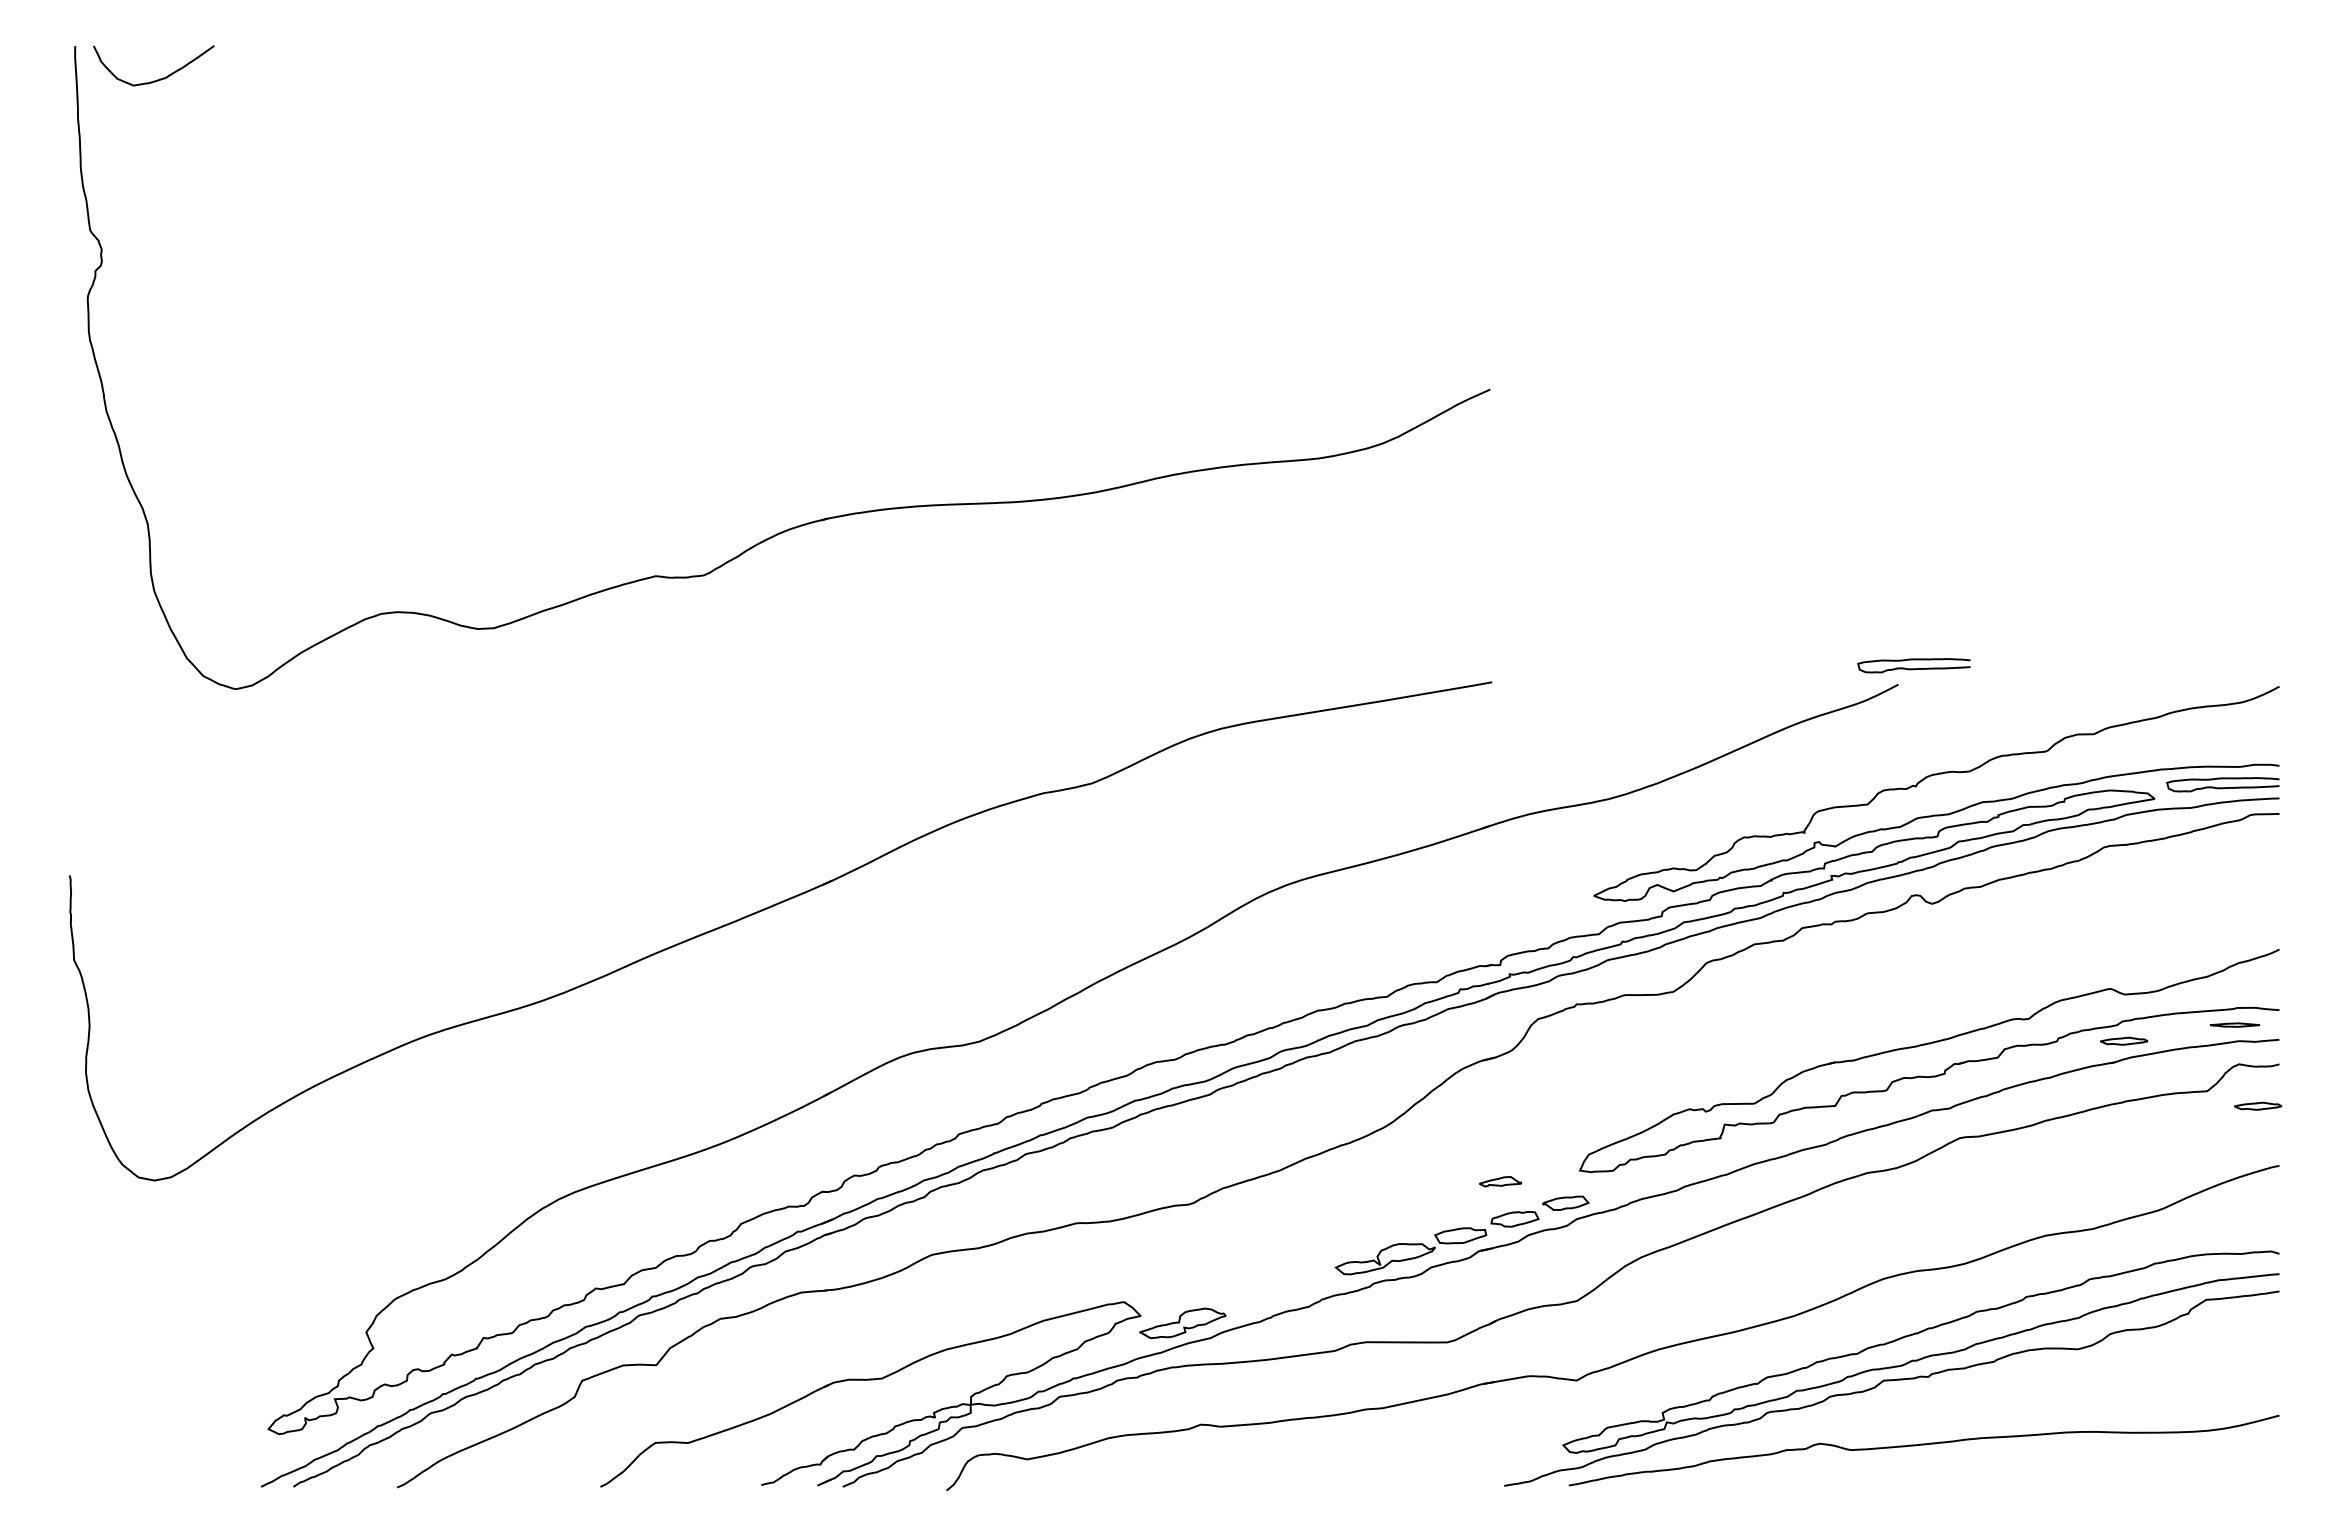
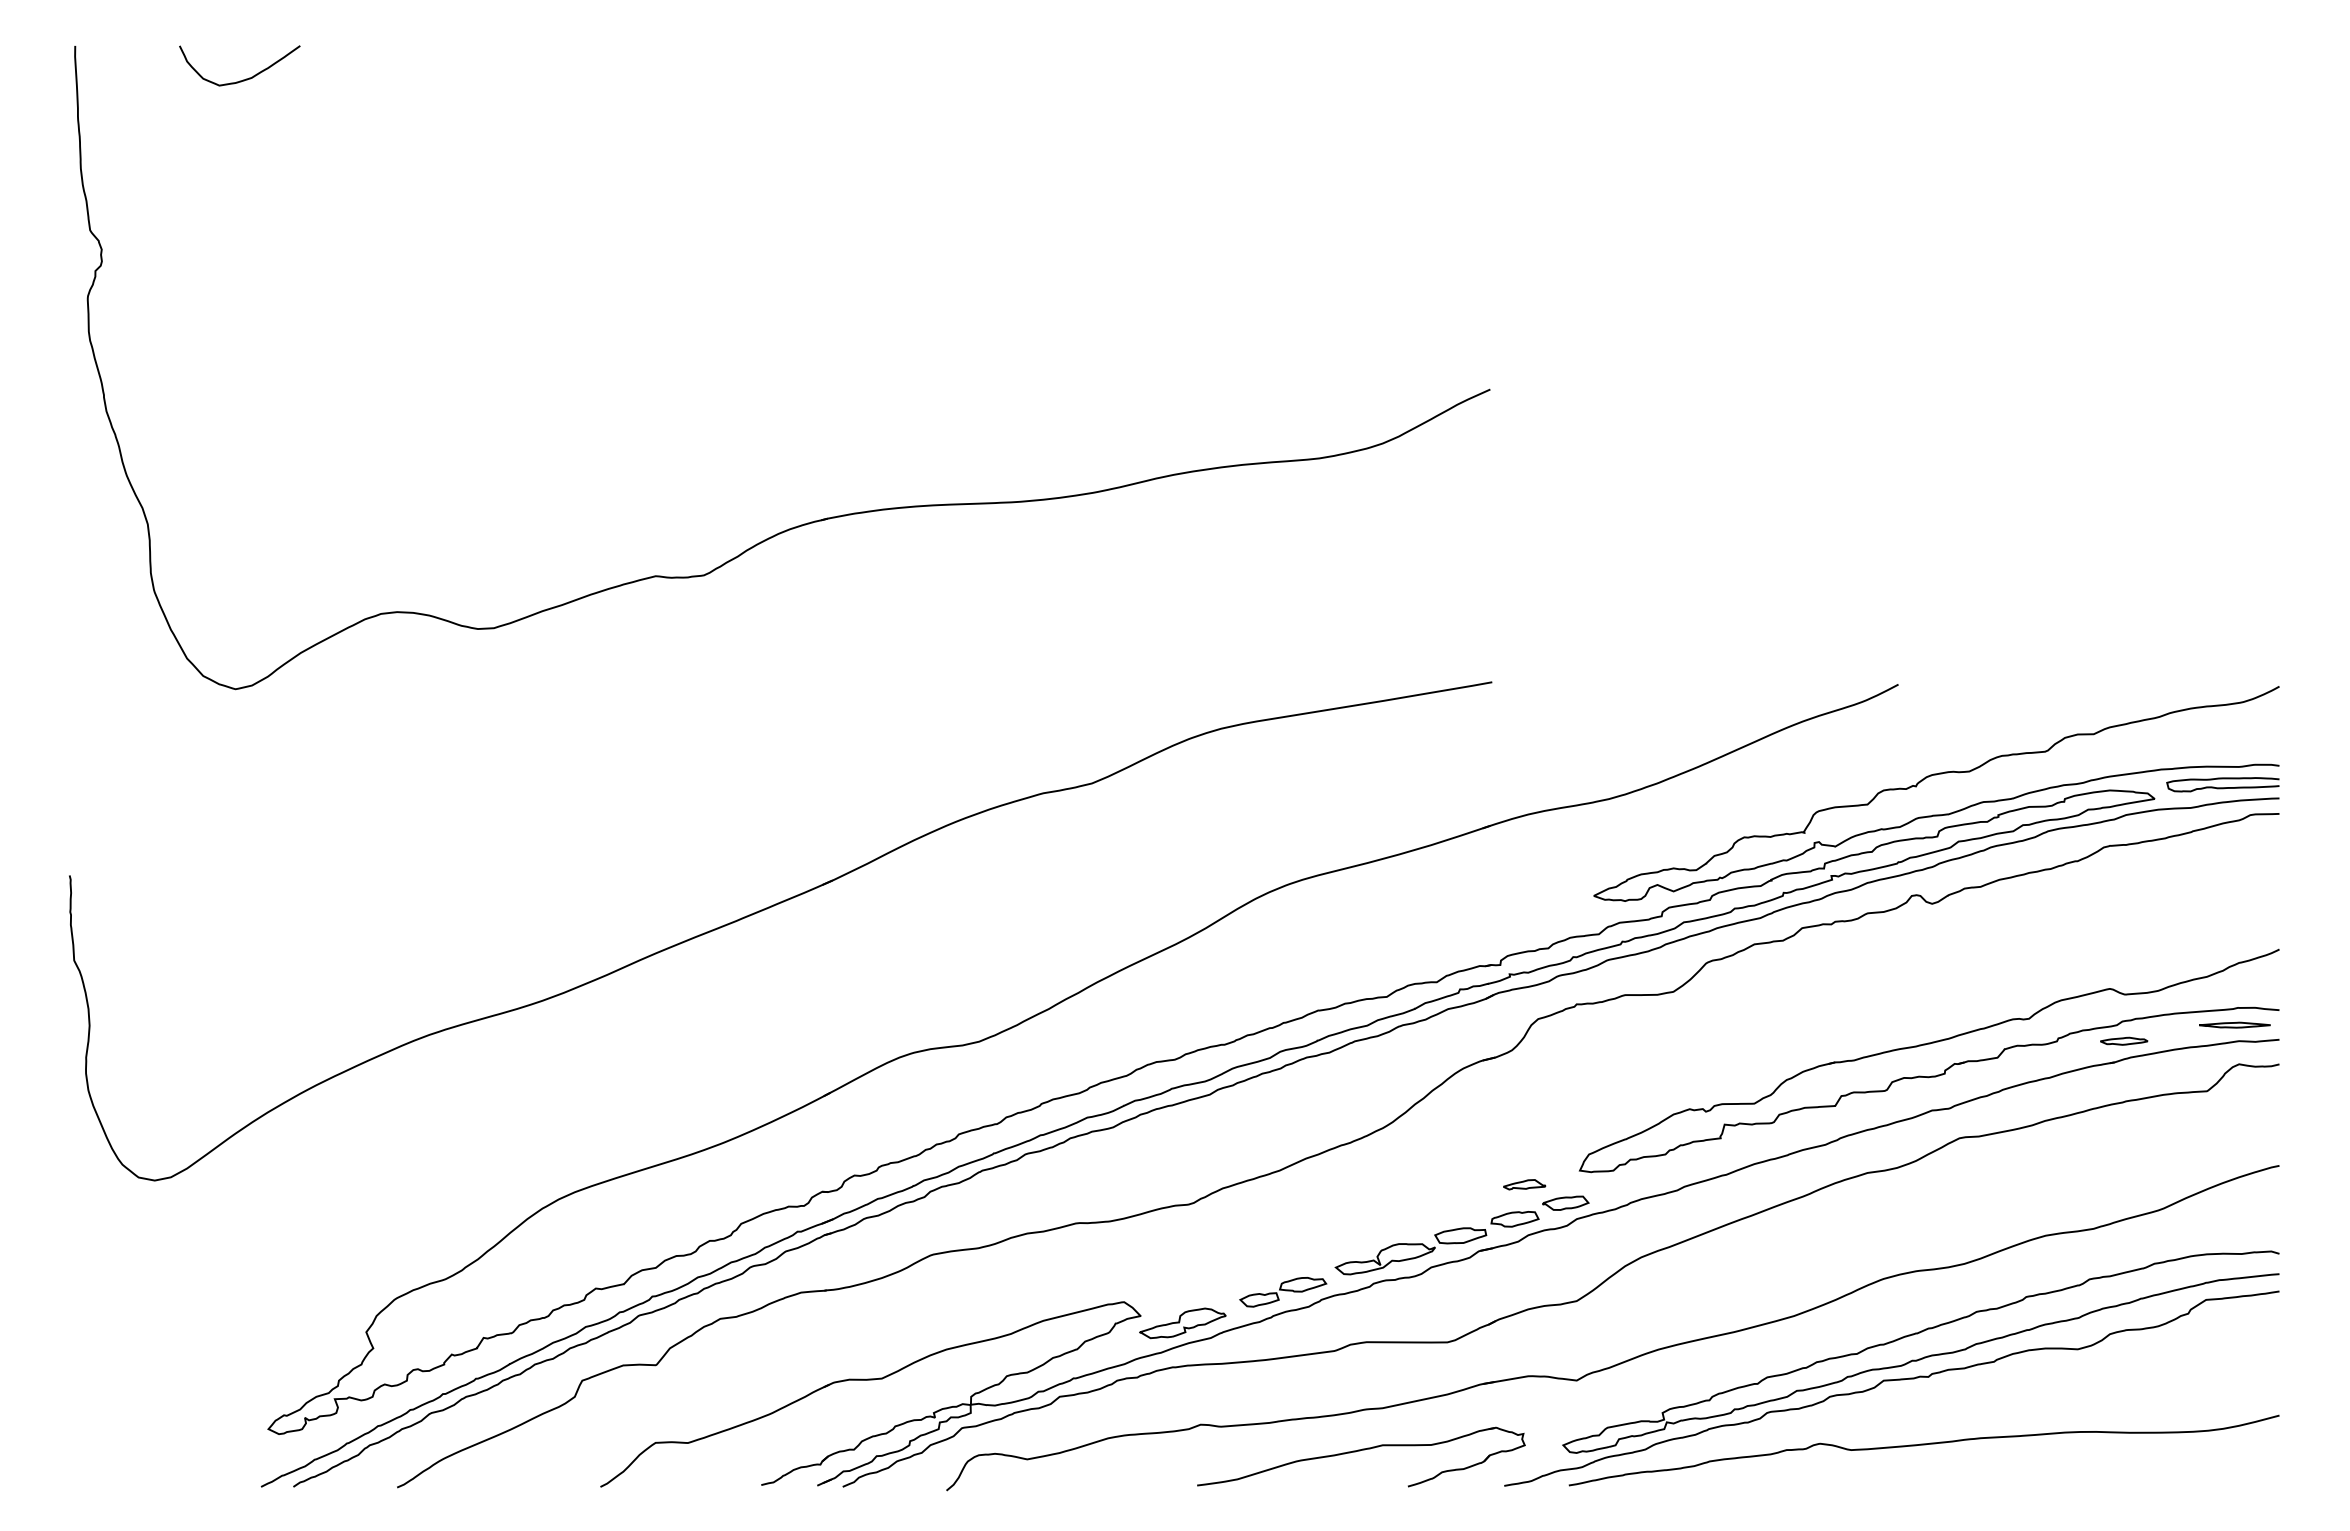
curve at (157, 79) position: (157, 79) -> (243, 79)
curve at (1913, 668): present -> none
part at (2234, 1024) size: 51x6 px -> 72x8 px
part at (2258, 1105): present -> none
part at (1500, 1181) position: (1500, 1181) -> (1524, 1184)
part at (1283, 1292): none -> present
part at (1361, 1456): none -> present
